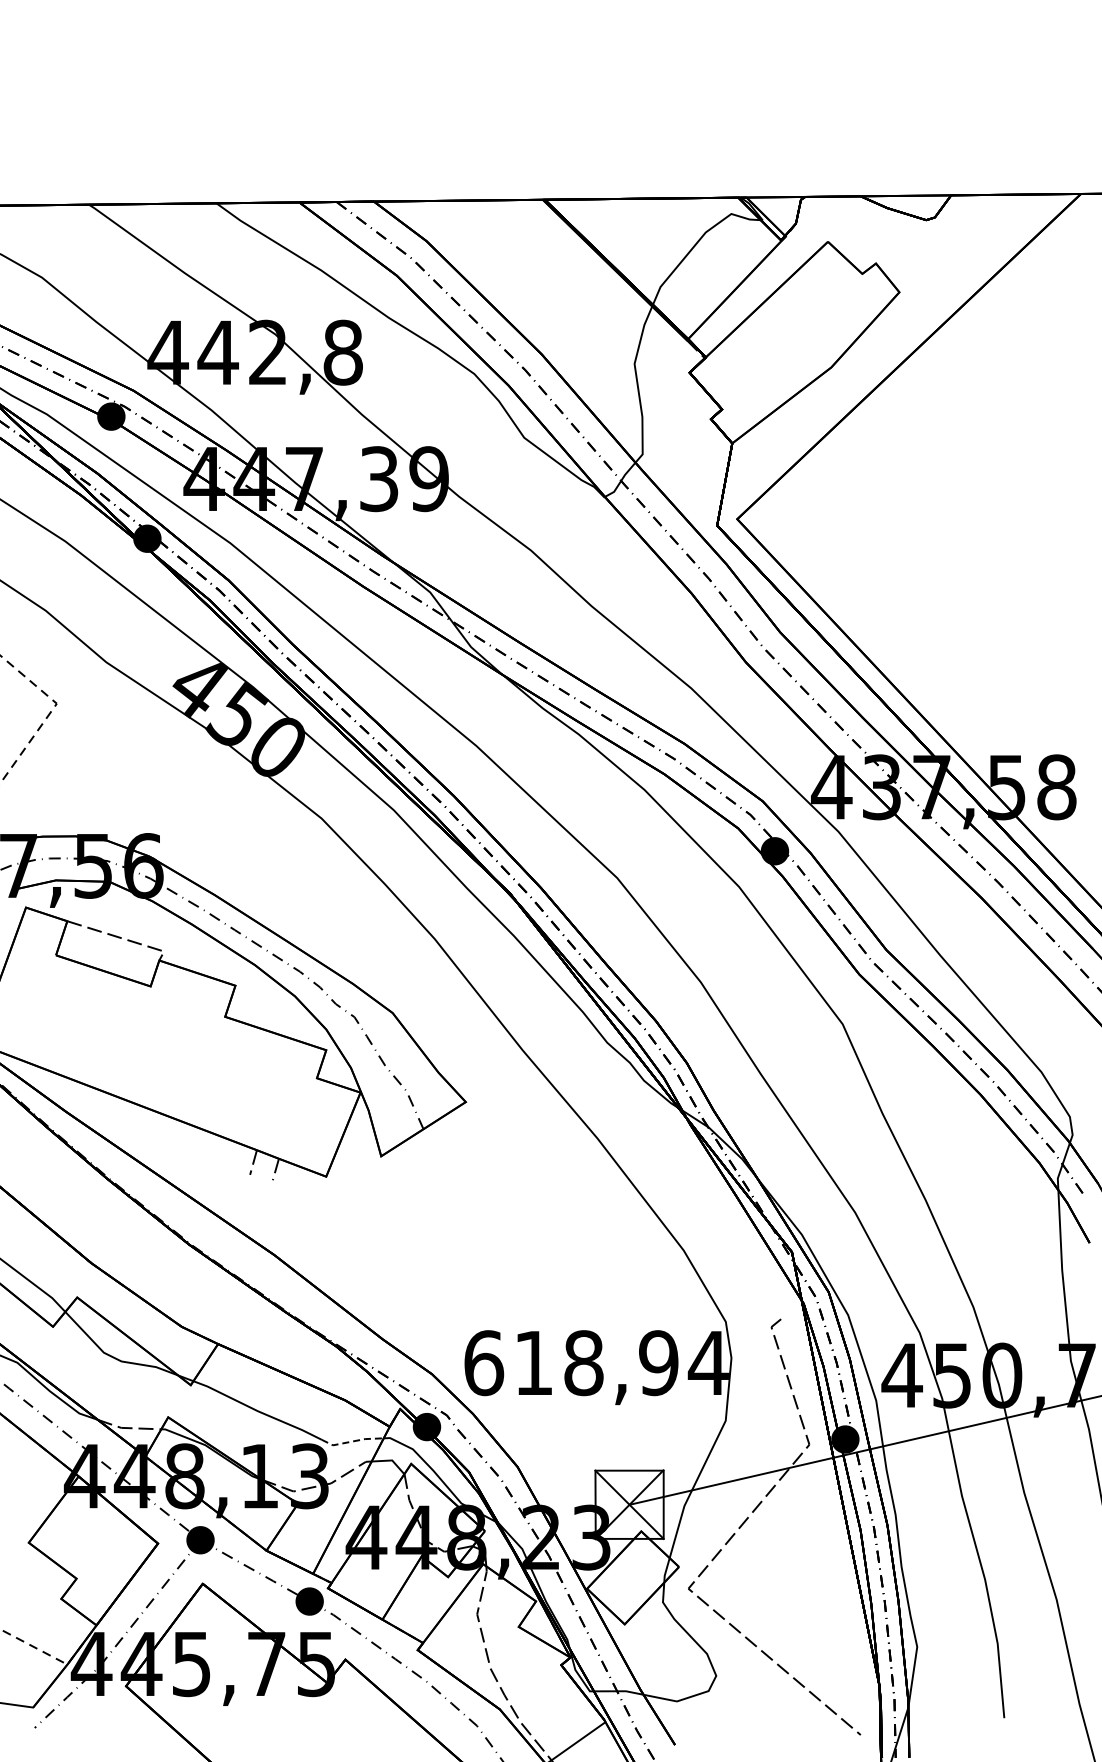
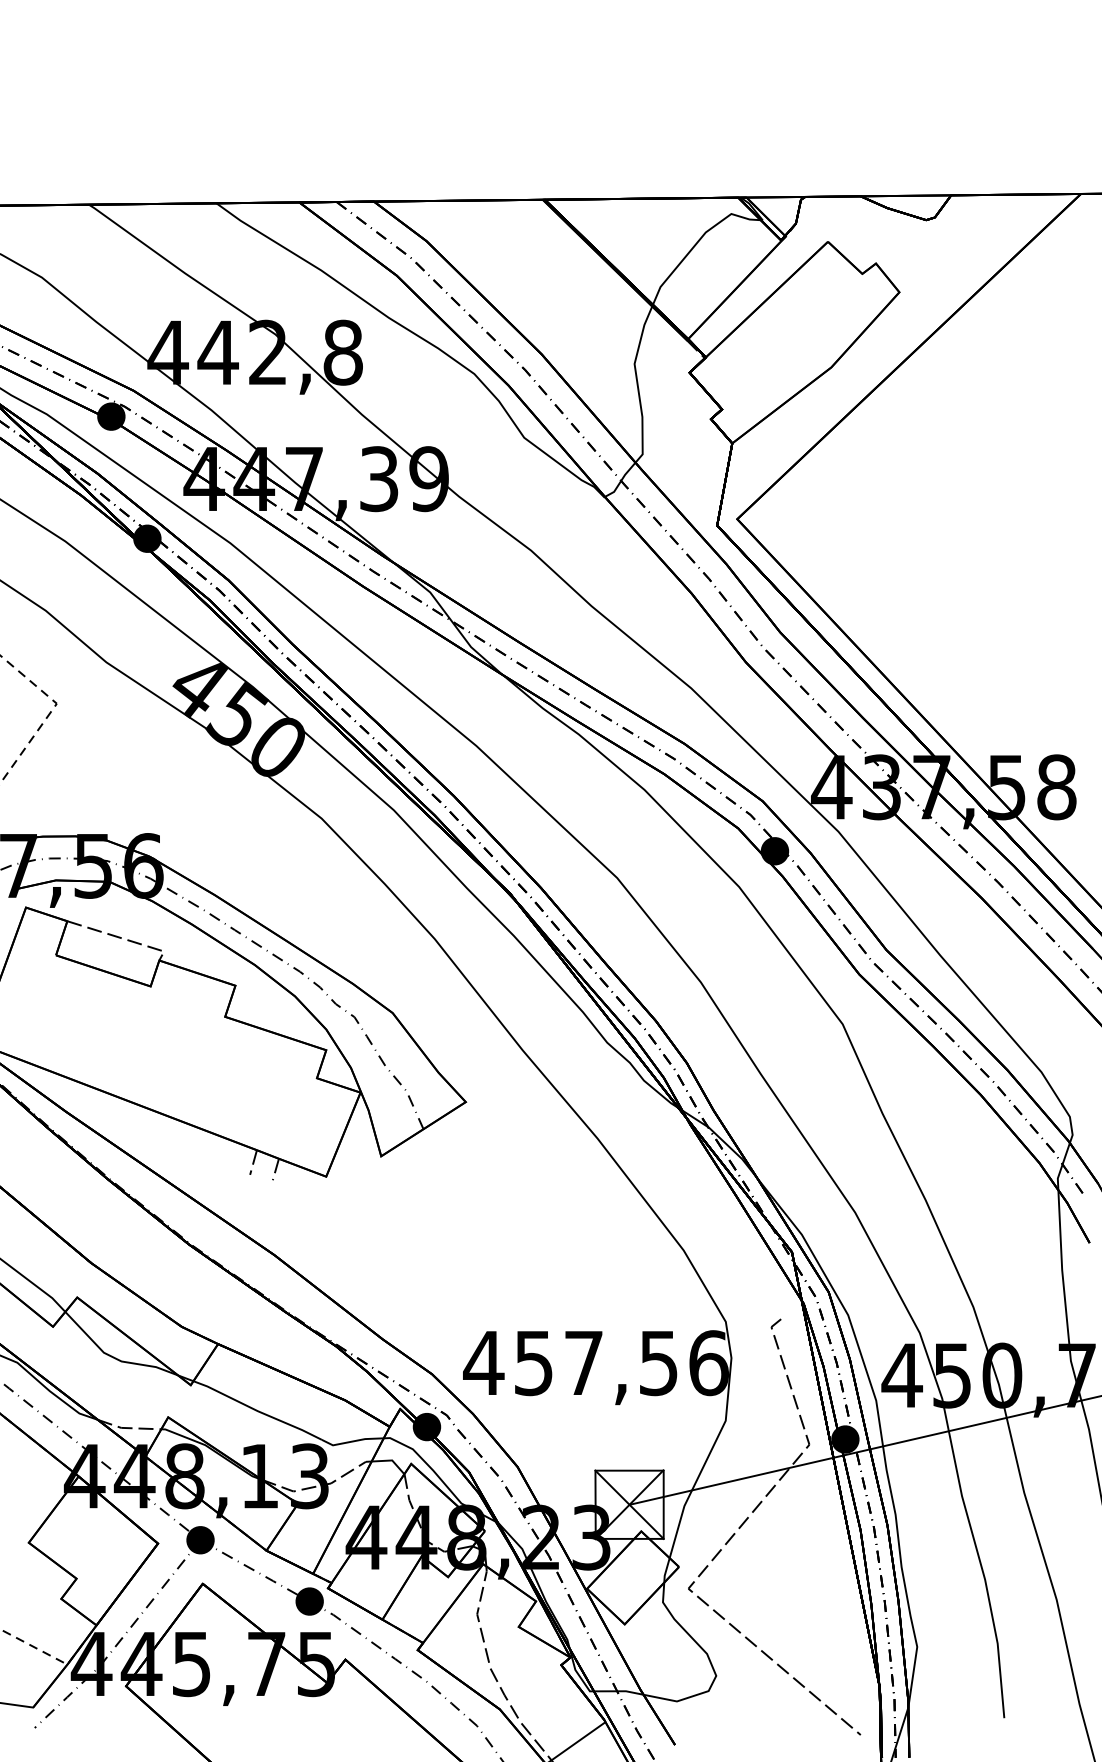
text at (595, 1363): 618,94 -> 457,56
line at (352, 1441): dashed -> solid
